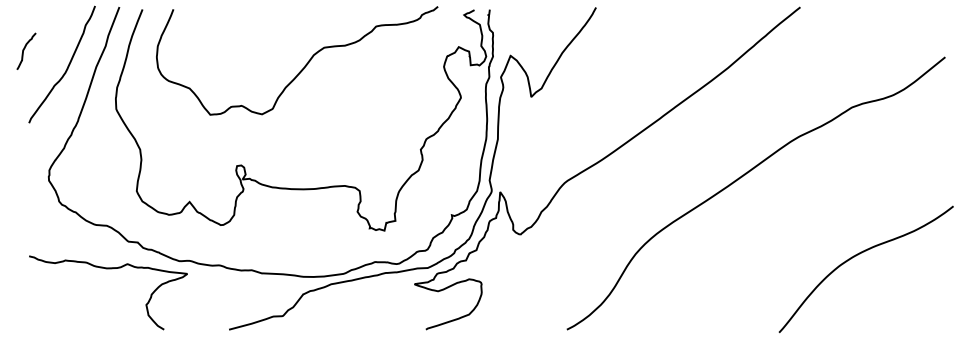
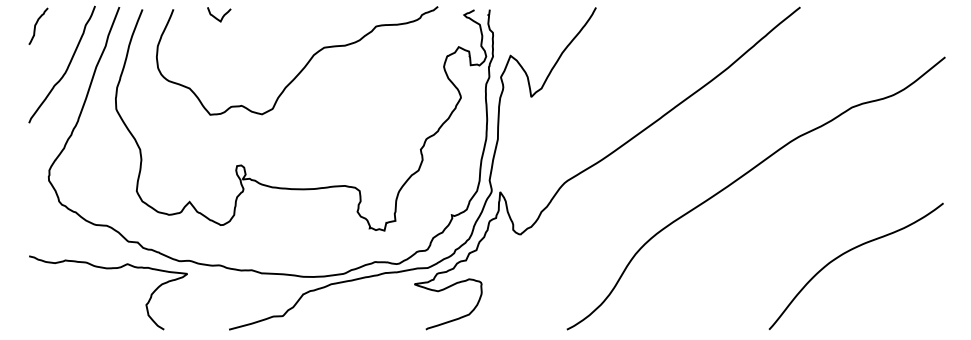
curve at (222, 16): none -> present
curve at (24, 50) position: (24, 50) -> (36, 25)
curve at (858, 255) position: (858, 255) -> (848, 252)
